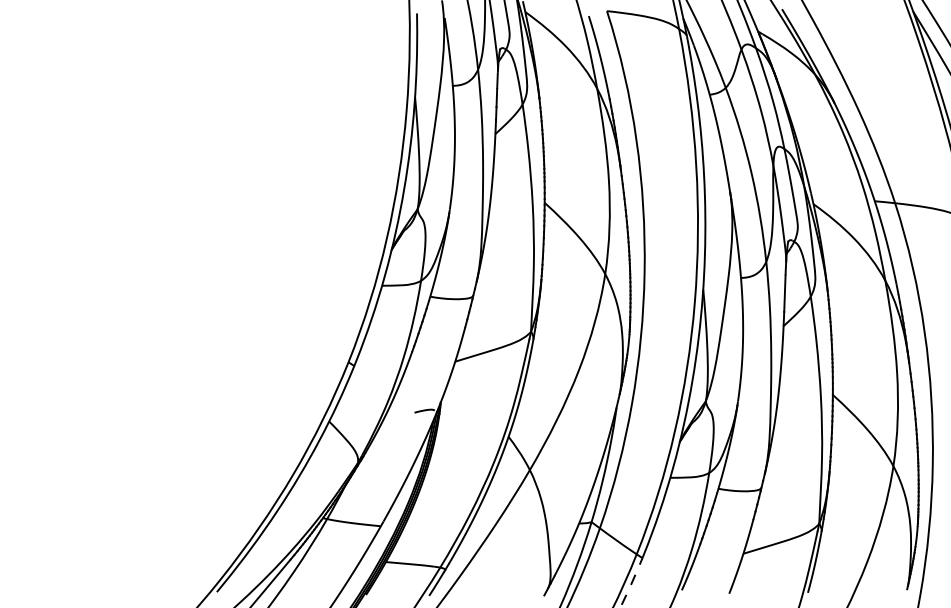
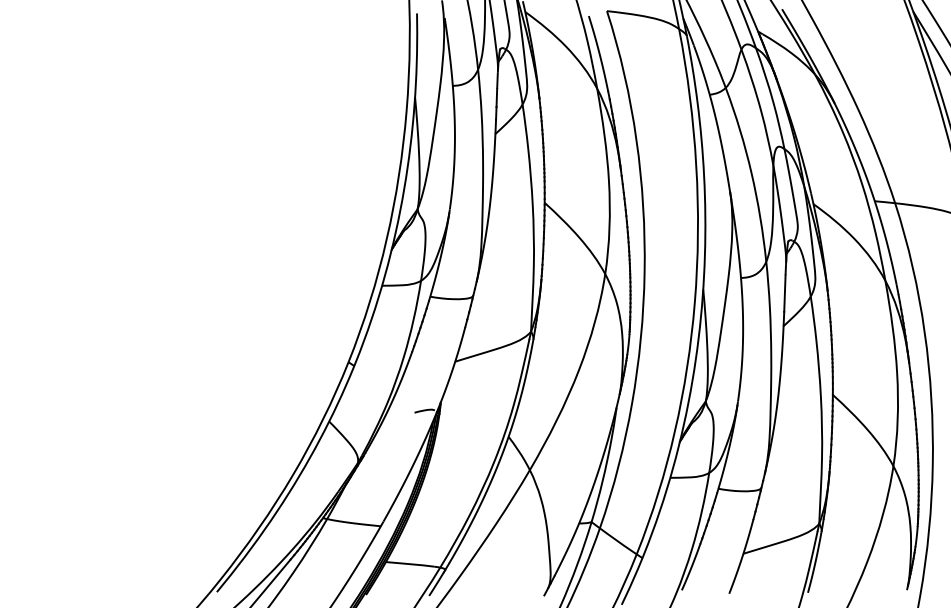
line at (632, 581): dashed -> solid
